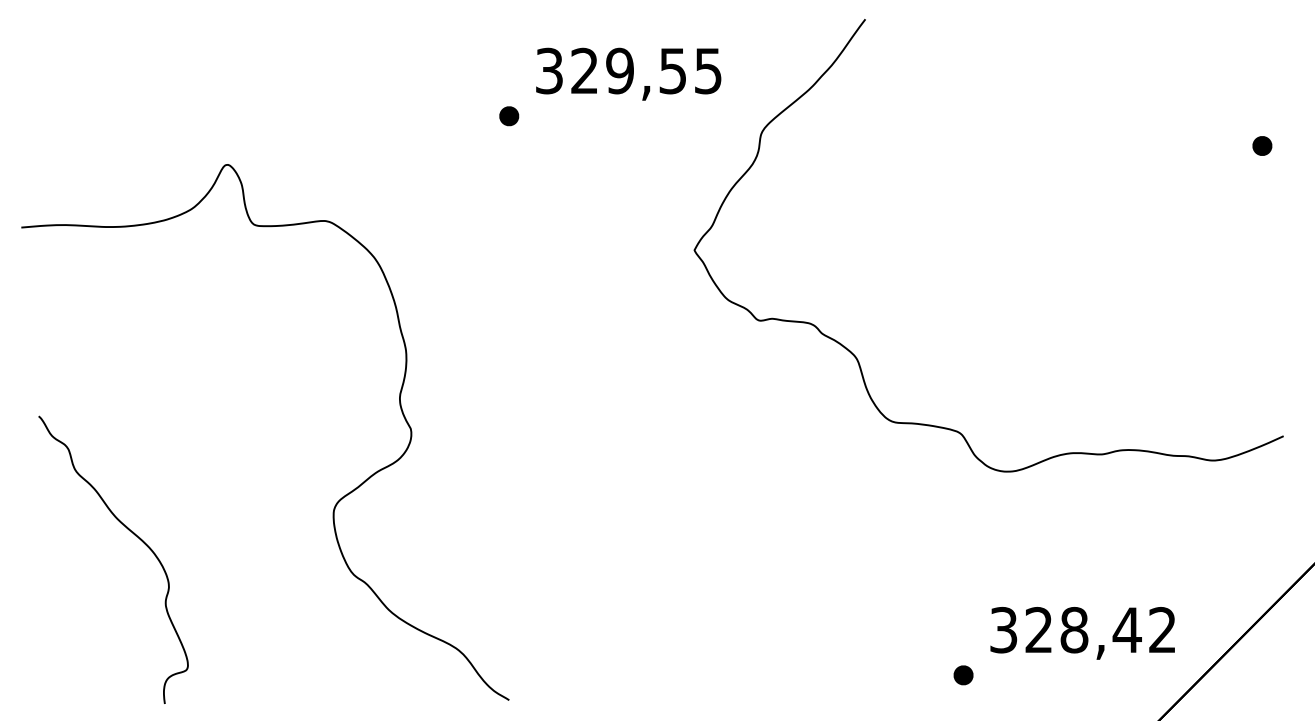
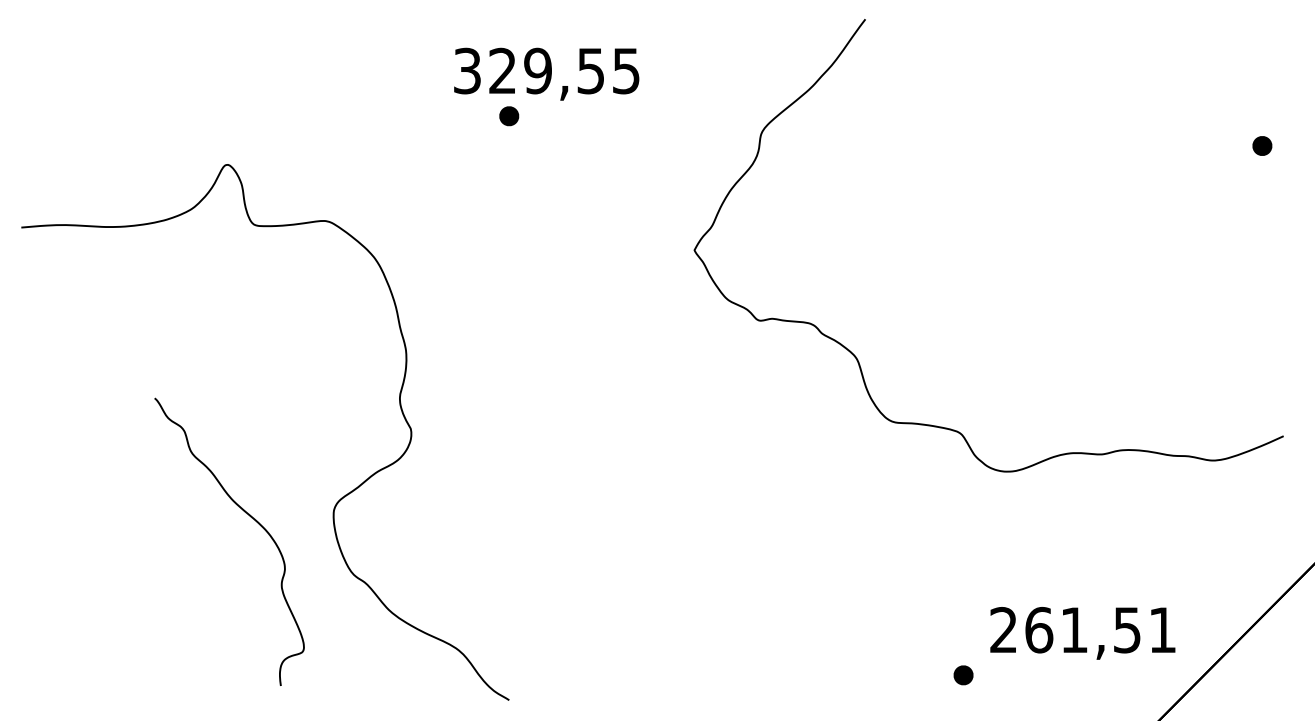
text at (628, 73) position: (628, 73) -> (546, 73)
curve at (135, 536) position: (135, 536) -> (251, 518)
text at (1082, 629): 328,42 -> 261,51
